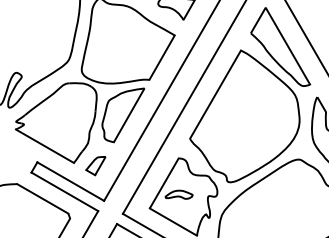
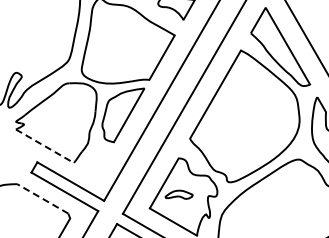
line at (45, 146): solid -> dashed
part at (95, 166): present -> none
line at (42, 198): solid -> dashed
